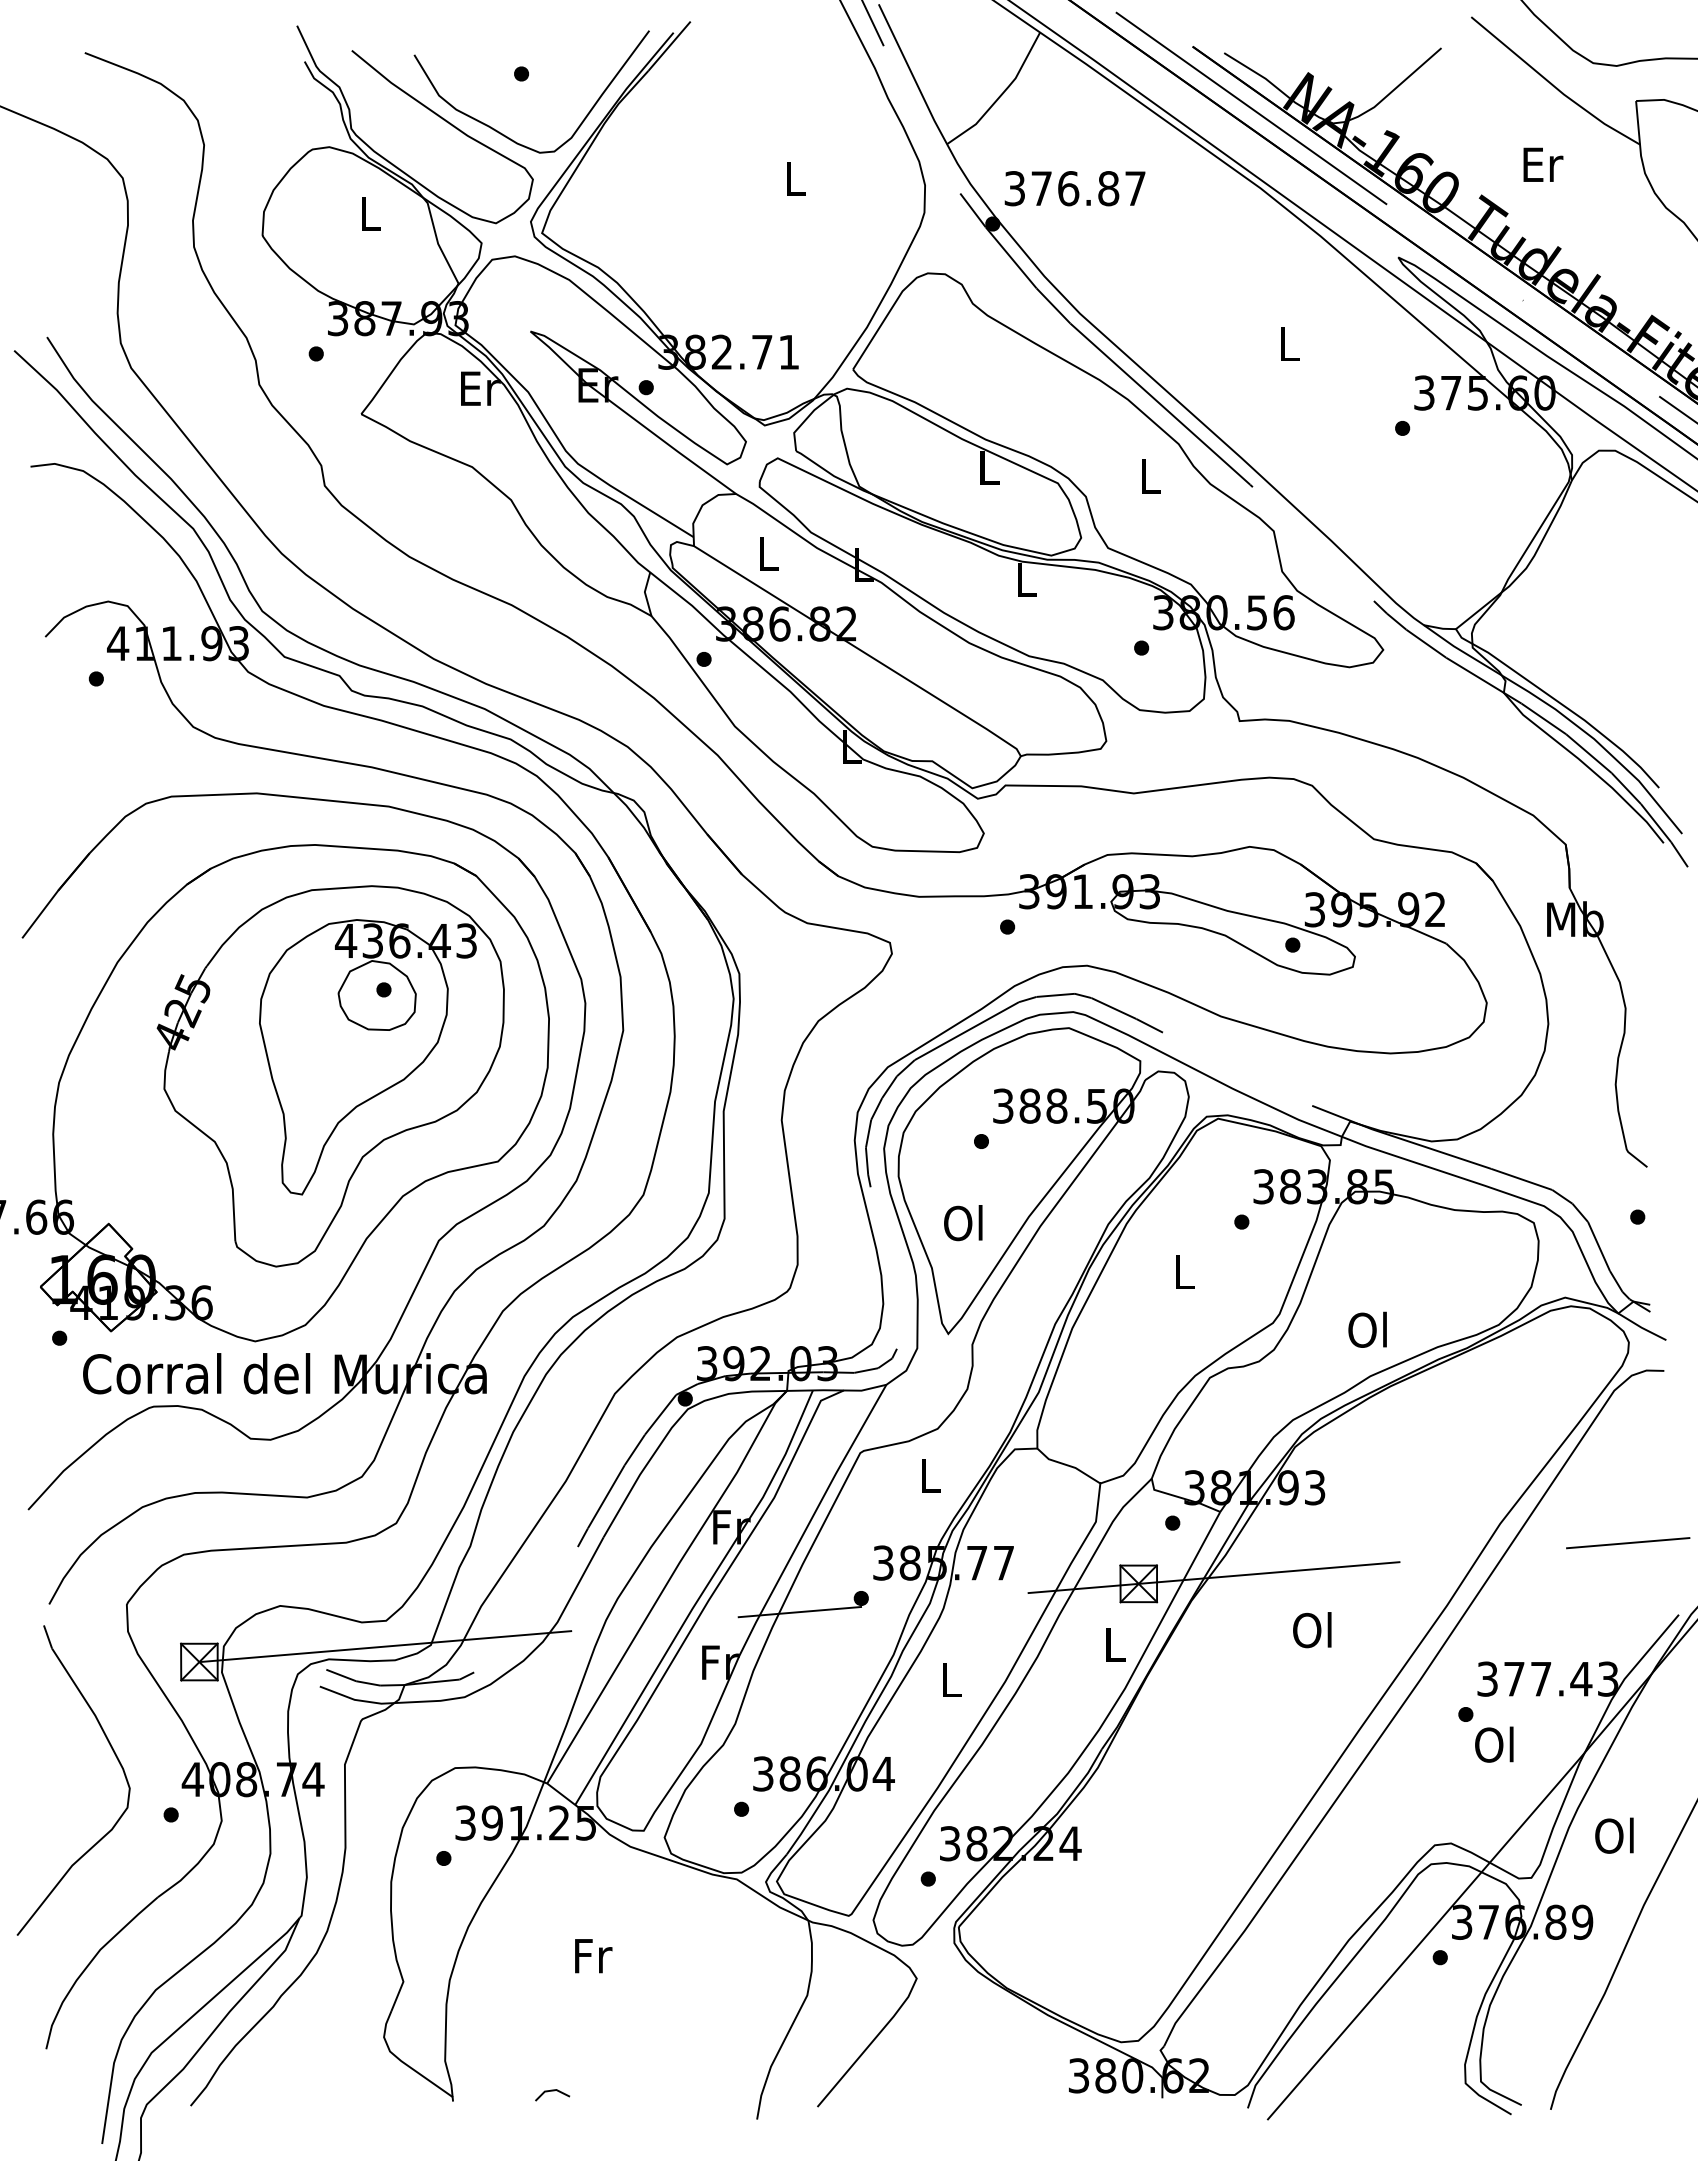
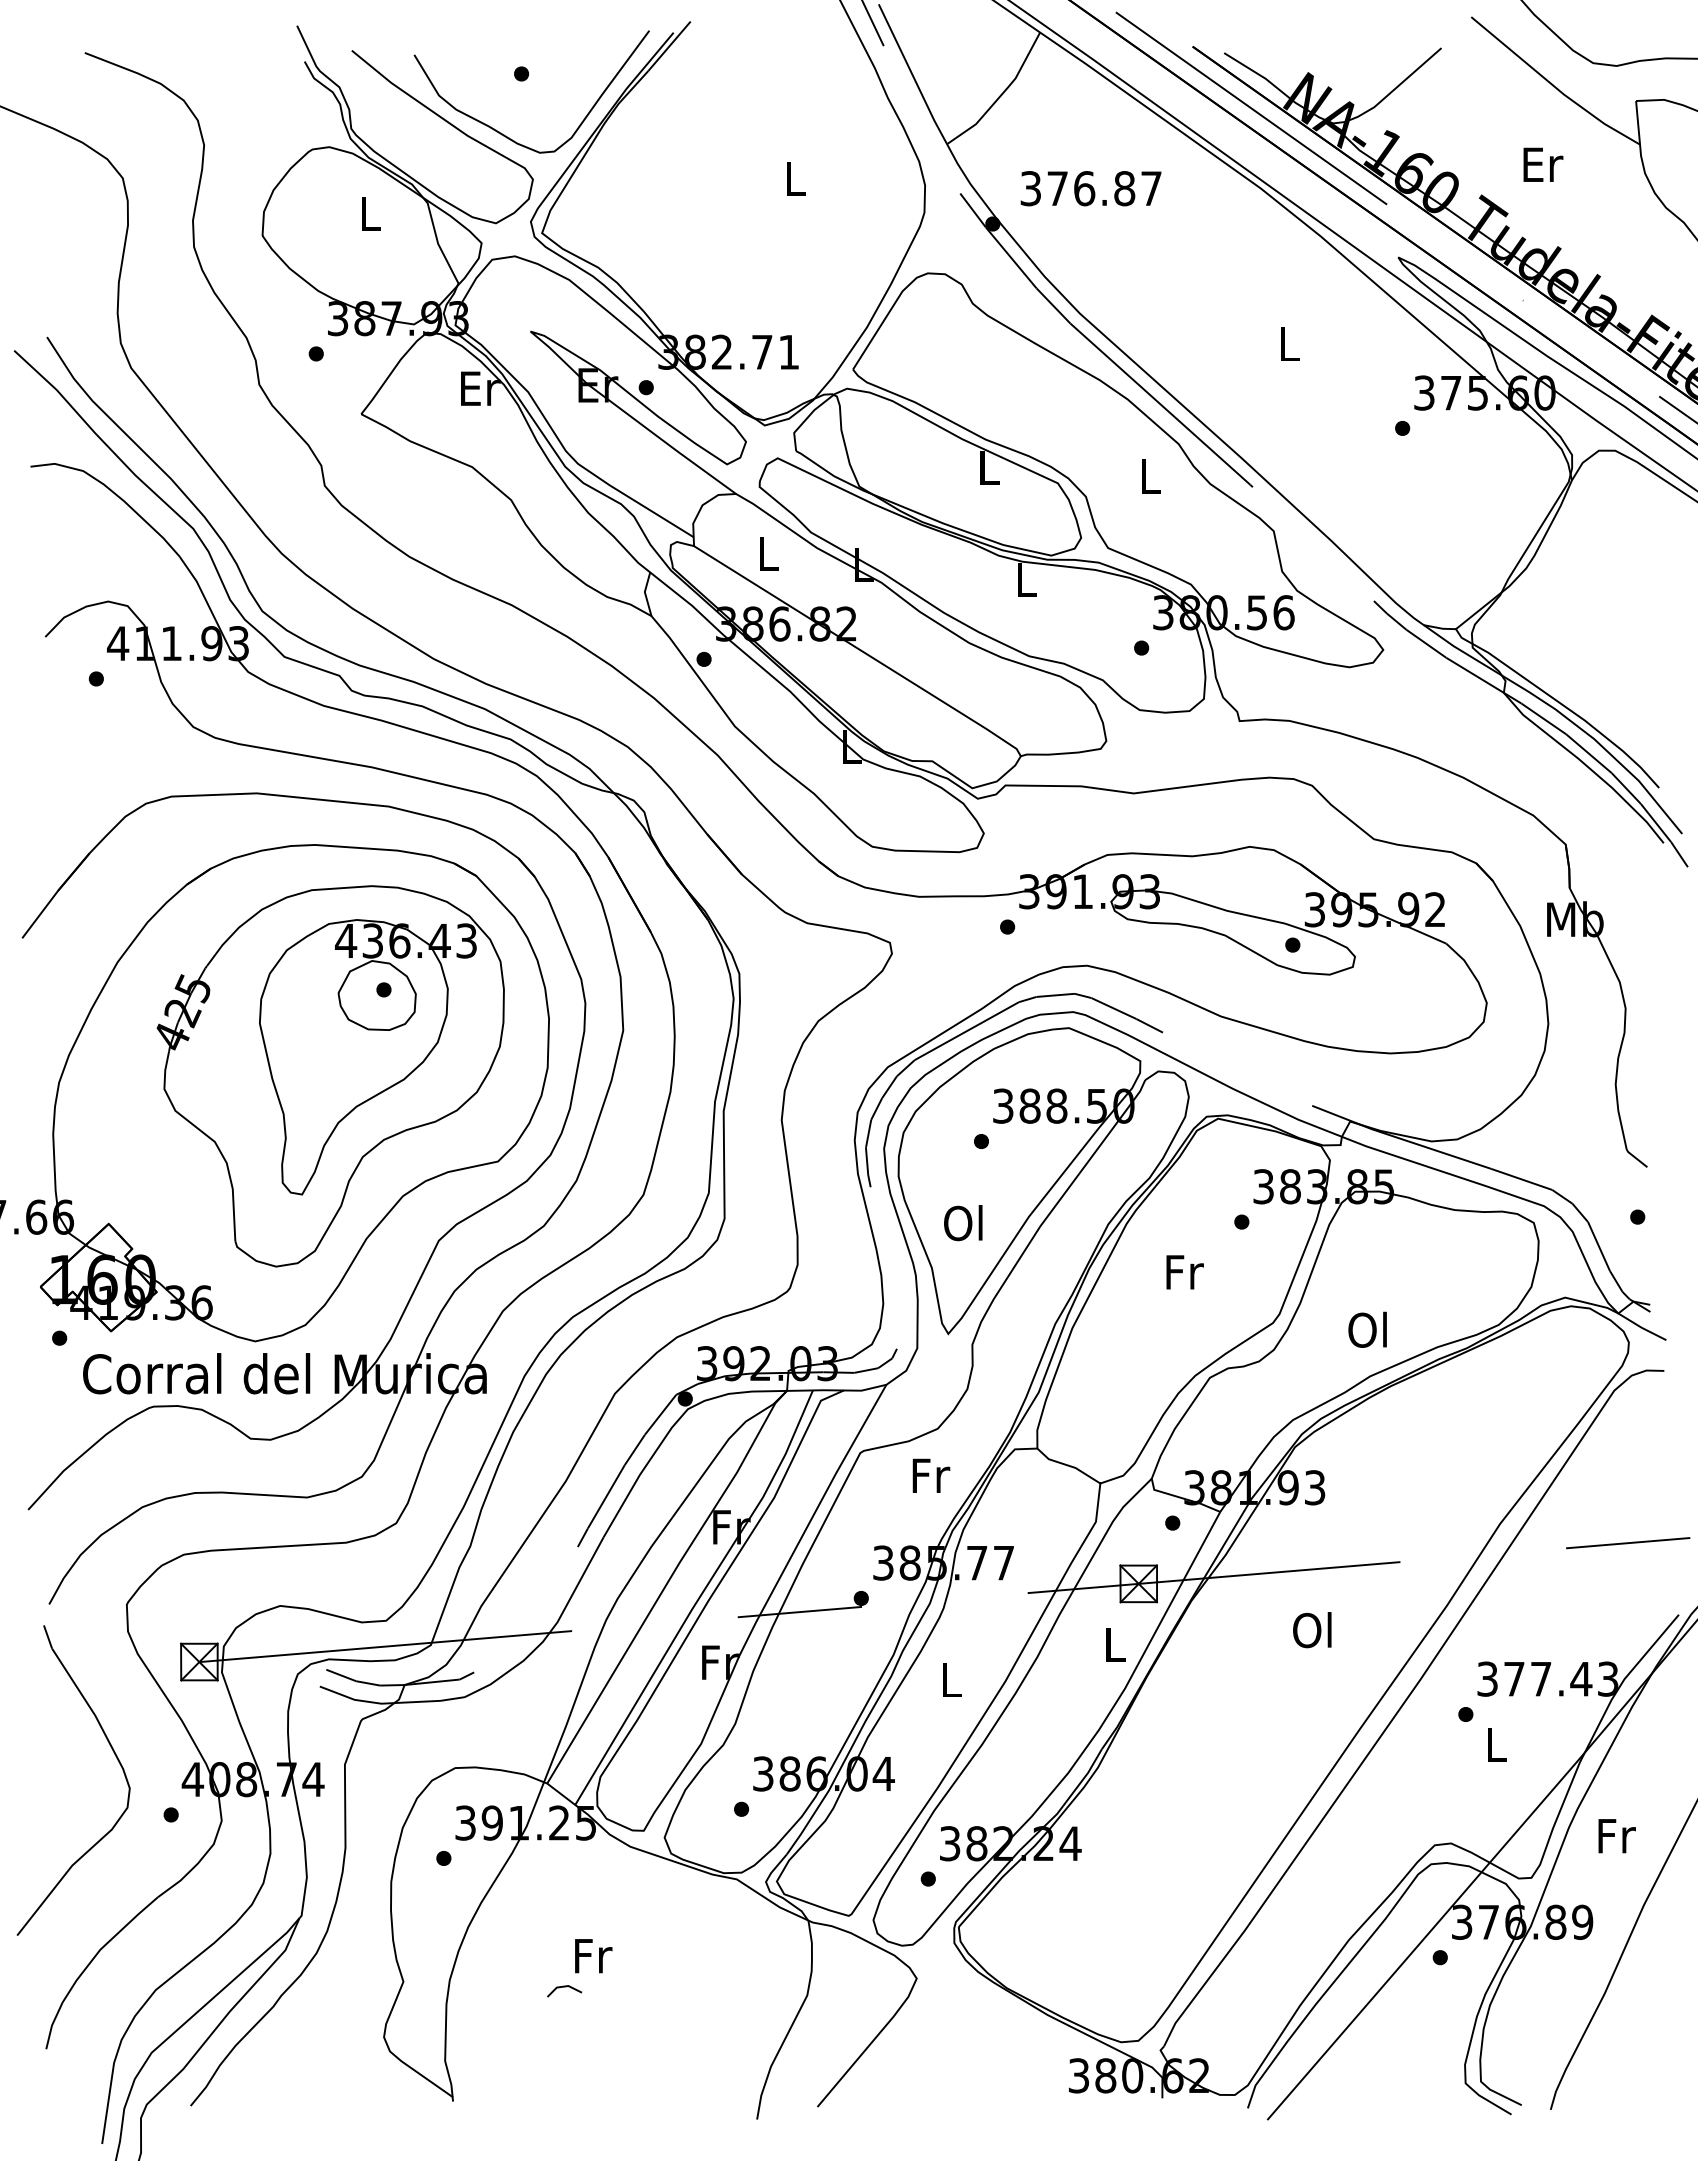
text at (1074, 188) position: (1074, 188) -> (1090, 188)
text at (1184, 1272): L -> Fr
text at (931, 1475): L -> Fr
text at (1494, 1744): Ol -> L
text at (1615, 1835): Ol -> Fr
line at (552, 2091) position: (552, 2091) -> (564, 1987)
